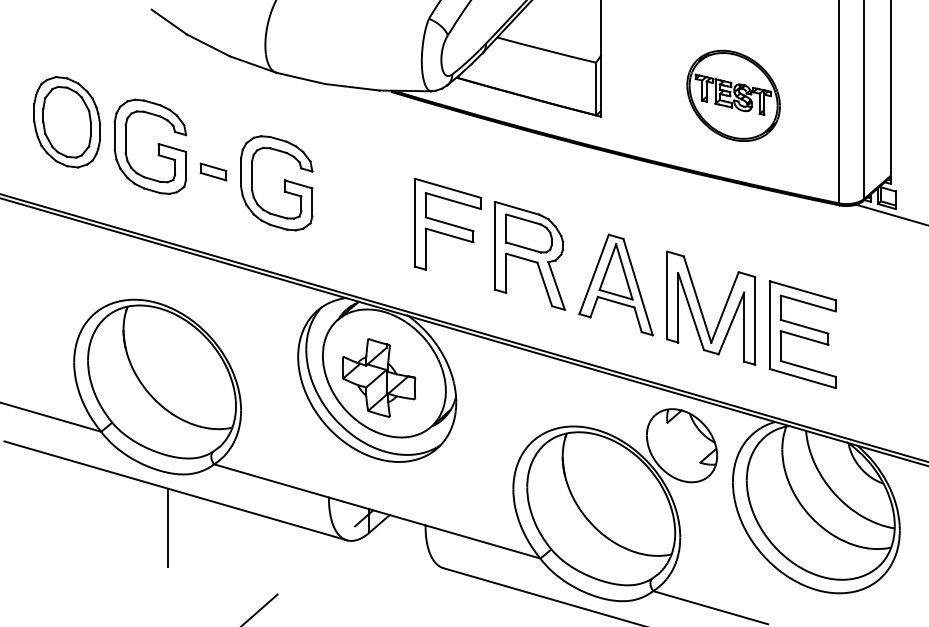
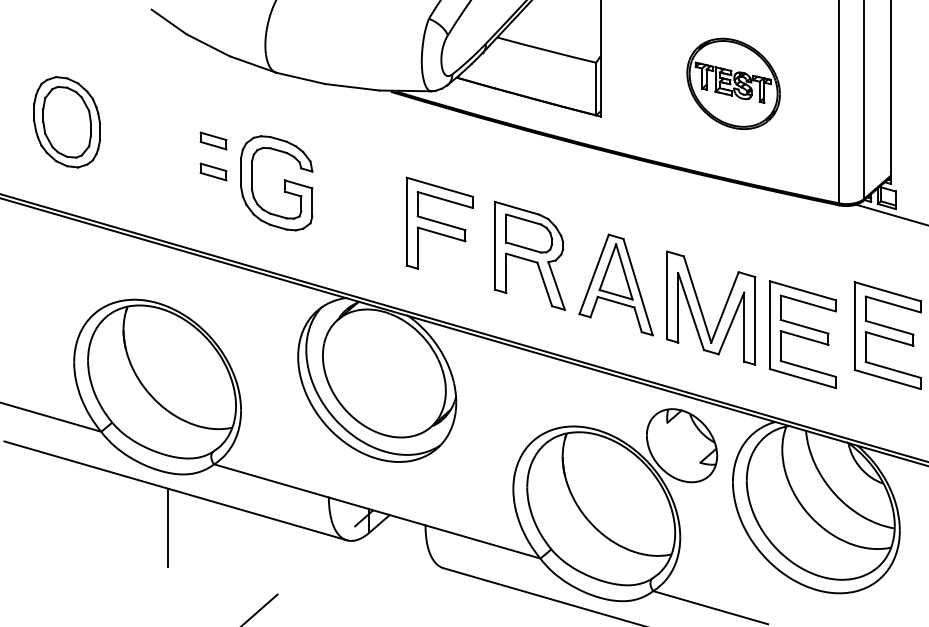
part at (733, 95) position: (733, 95) -> (733, 83)
part at (213, 140): none -> present
part at (157, 144): present -> none
part at (447, 223) position: (447, 223) -> (439, 222)
part at (887, 335): none -> present
part at (379, 377): present -> none
